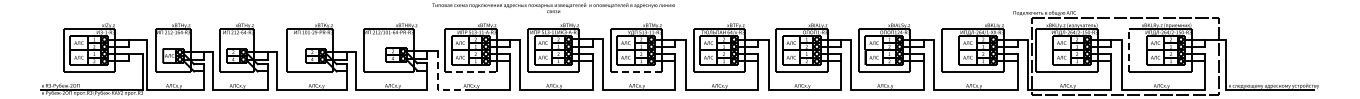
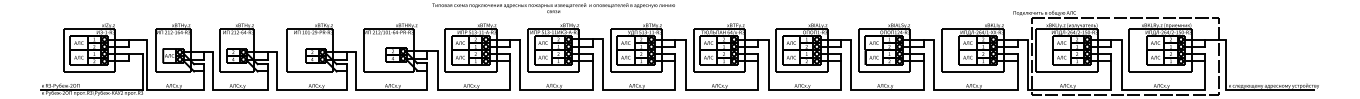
line at (1129, 50): dashed -> solid
line at (470, 71): dashed -> solid
line at (636, 71): dashed -> solid
line at (437, 87): dashed -> solid
